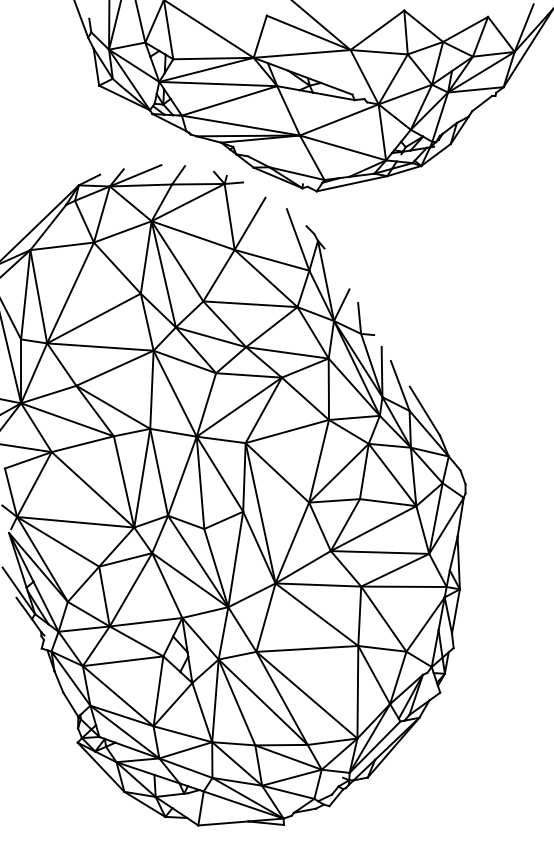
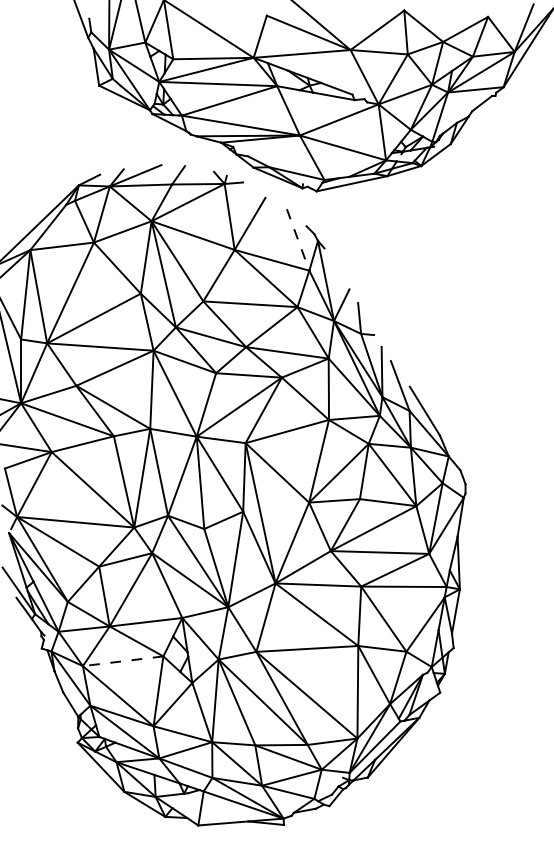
line at (298, 239): solid -> dashed
line at (123, 661): solid -> dashed
